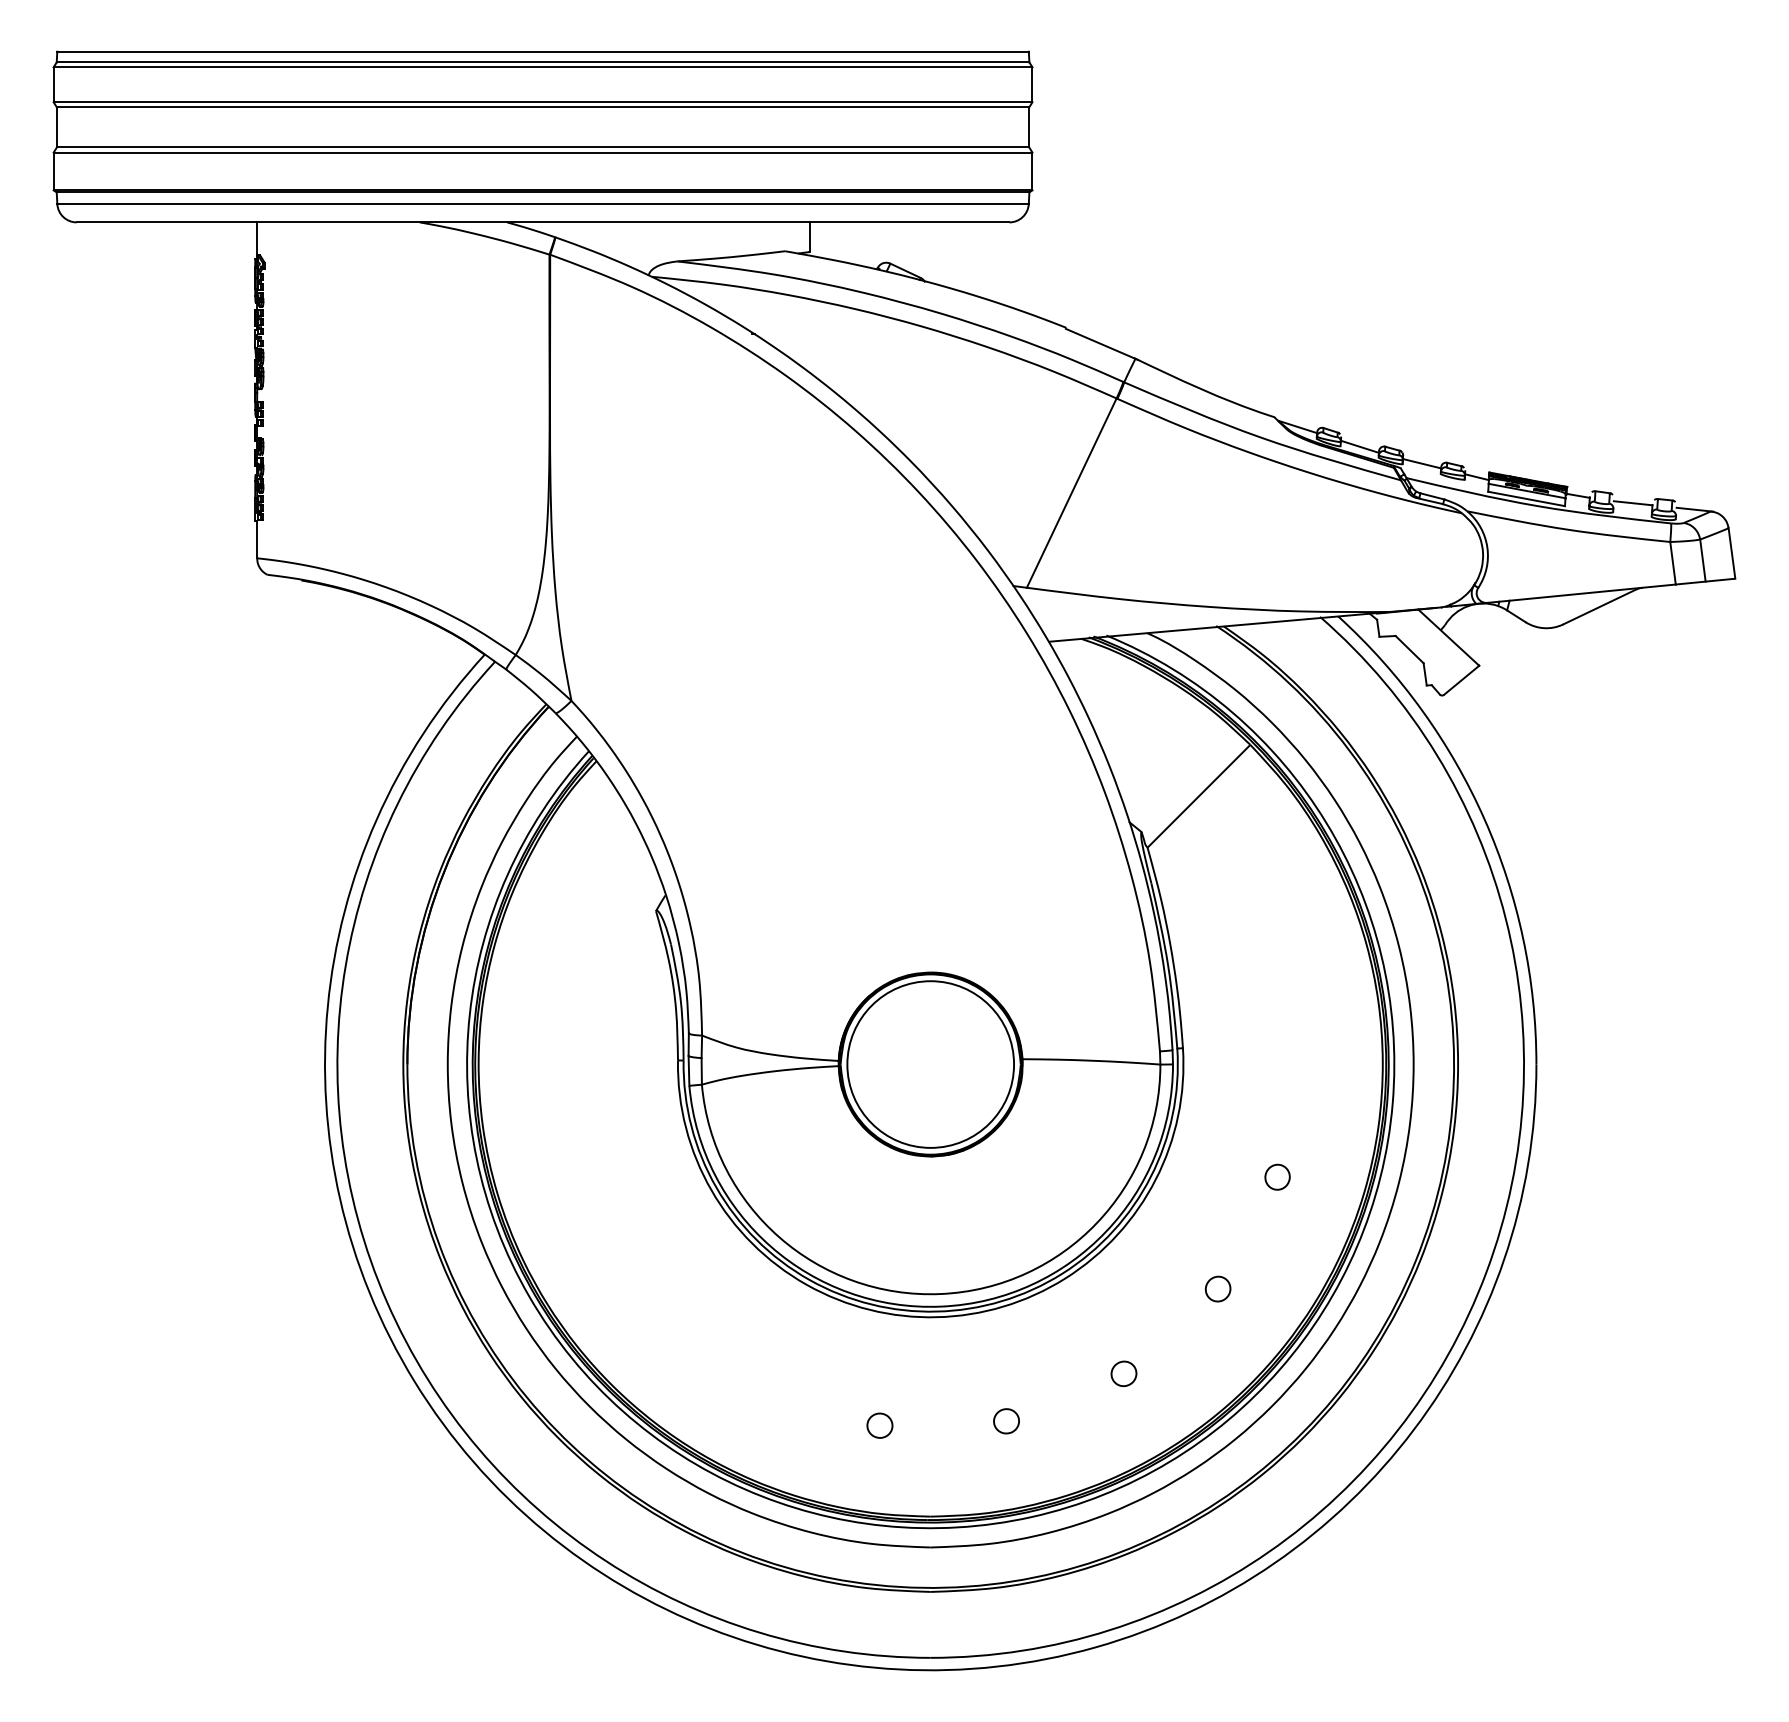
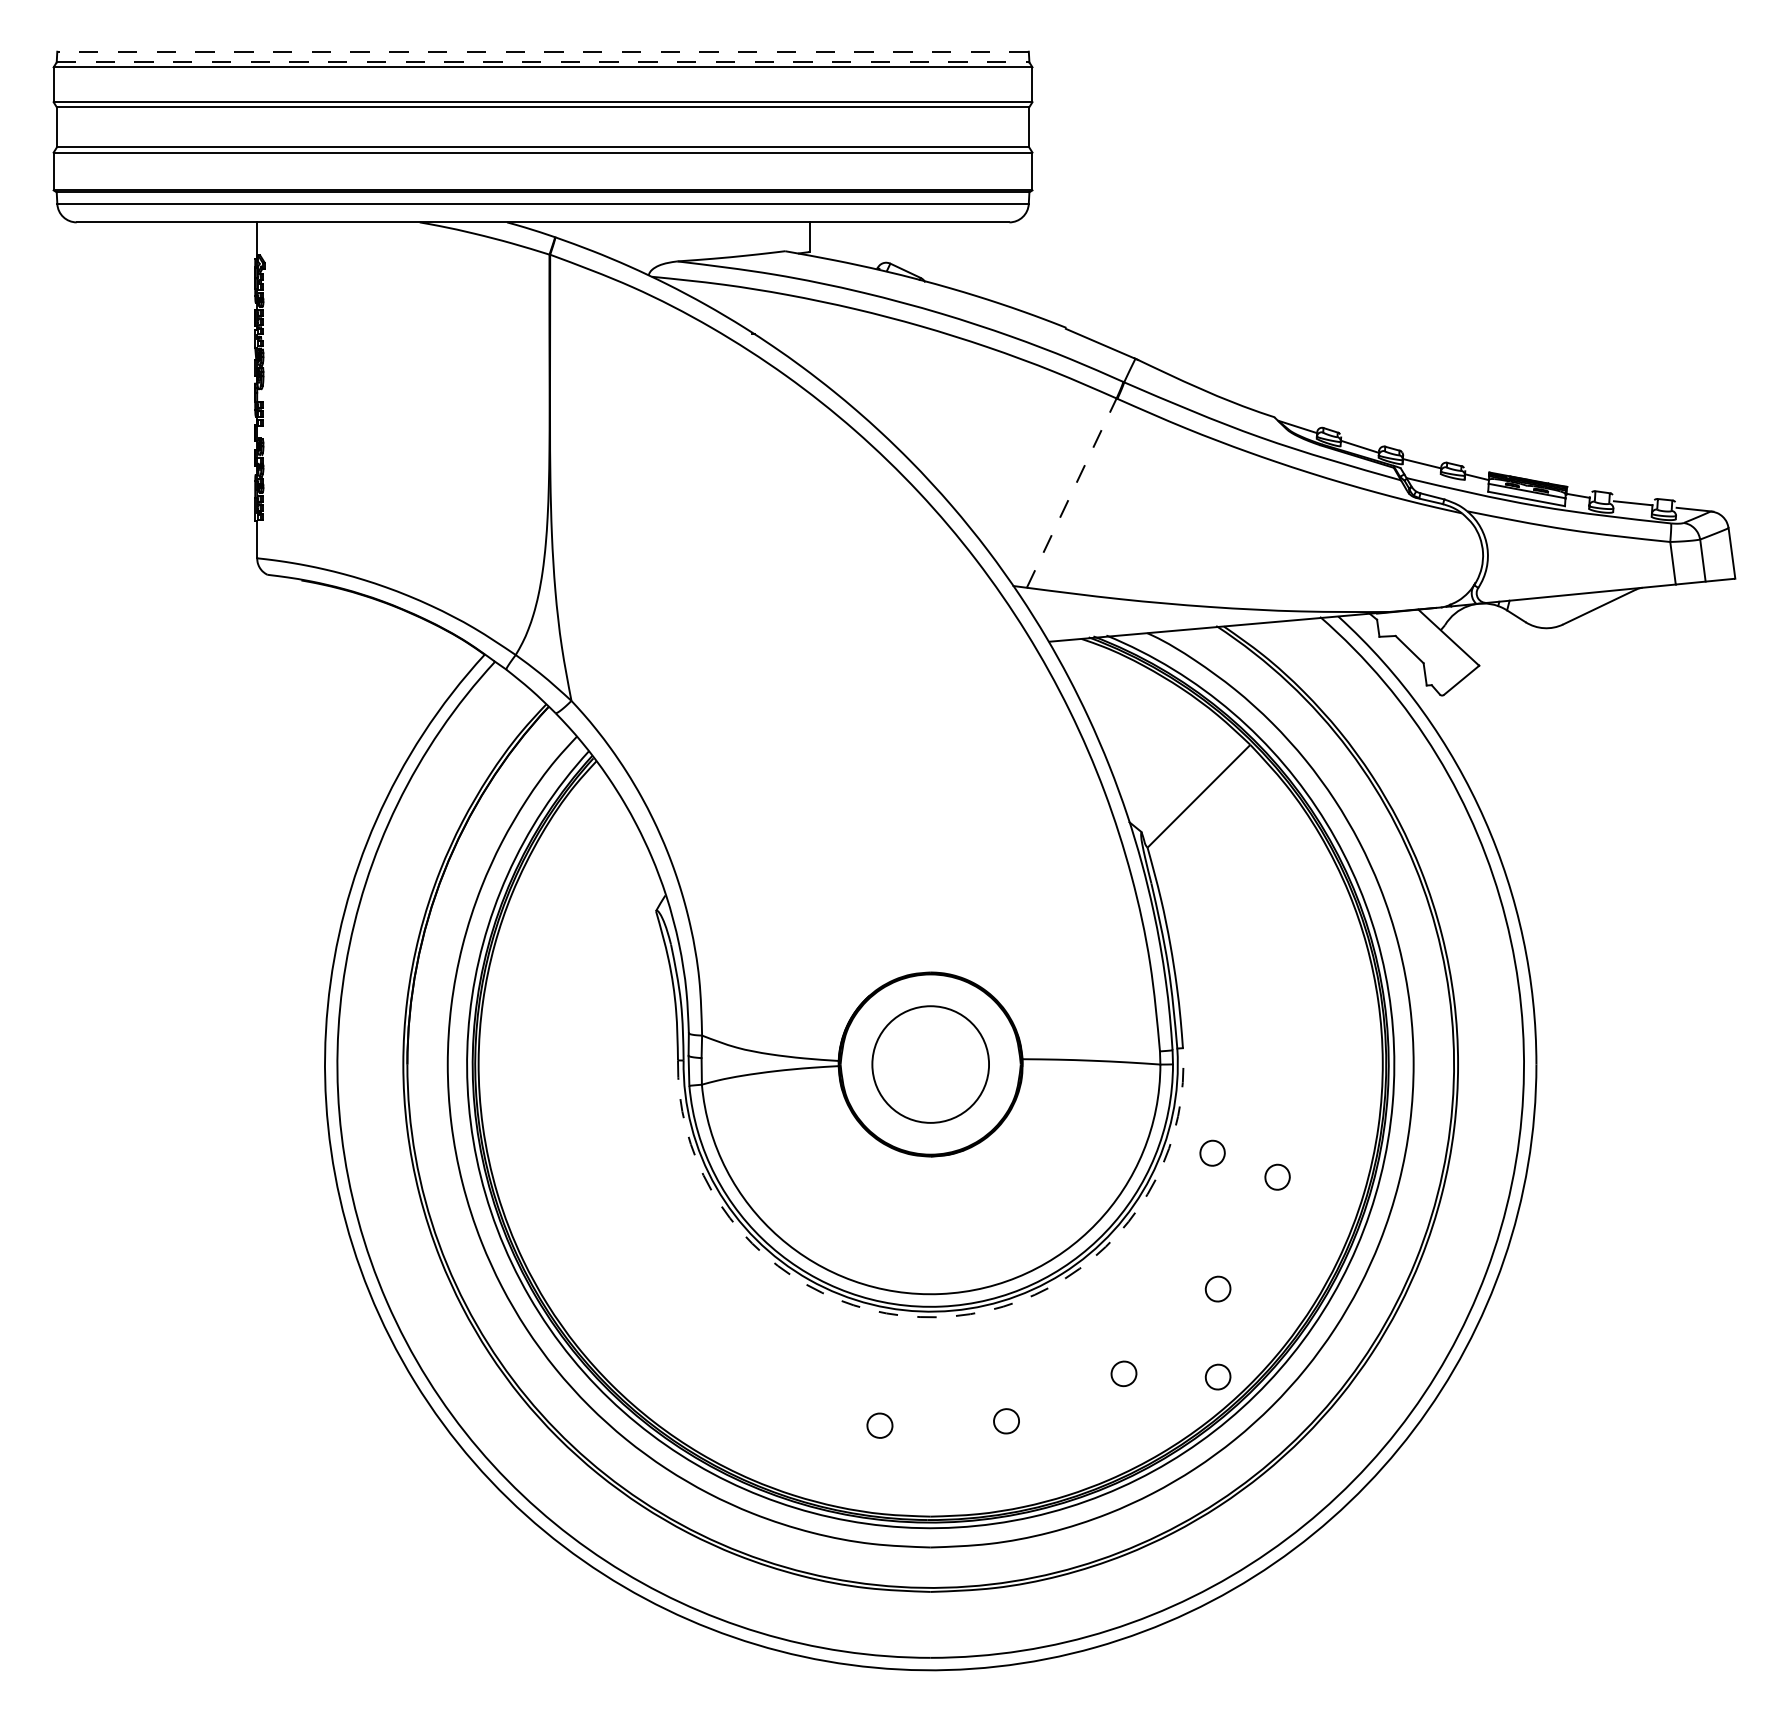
line at (543, 51): solid -> dashed
line at (543, 62): solid -> dashed
line at (1071, 493): solid -> dashed
circle at (930, 1064) diameter: 167 px -> 117 px
part at (1212, 1152): none -> present
arc at (936, 1317): solid -> dashed
part at (1217, 1376): none -> present
